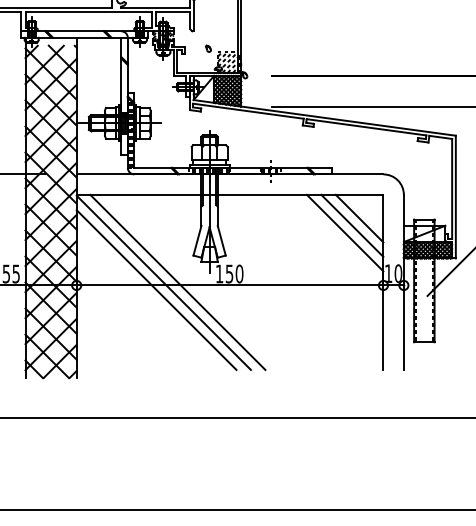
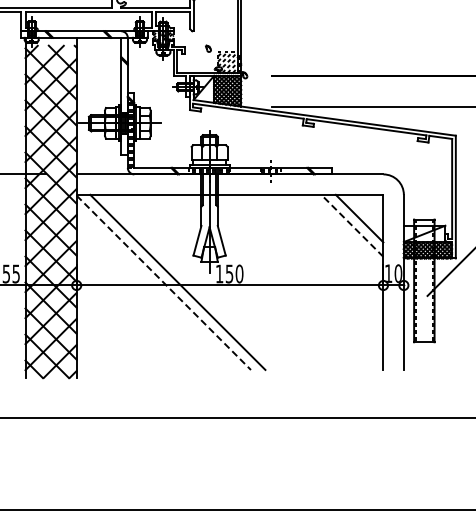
line at (352, 225): solid -> dashed
line at (344, 232): present -> none
line at (164, 283): solid -> dashed
line at (156, 289): present -> none
